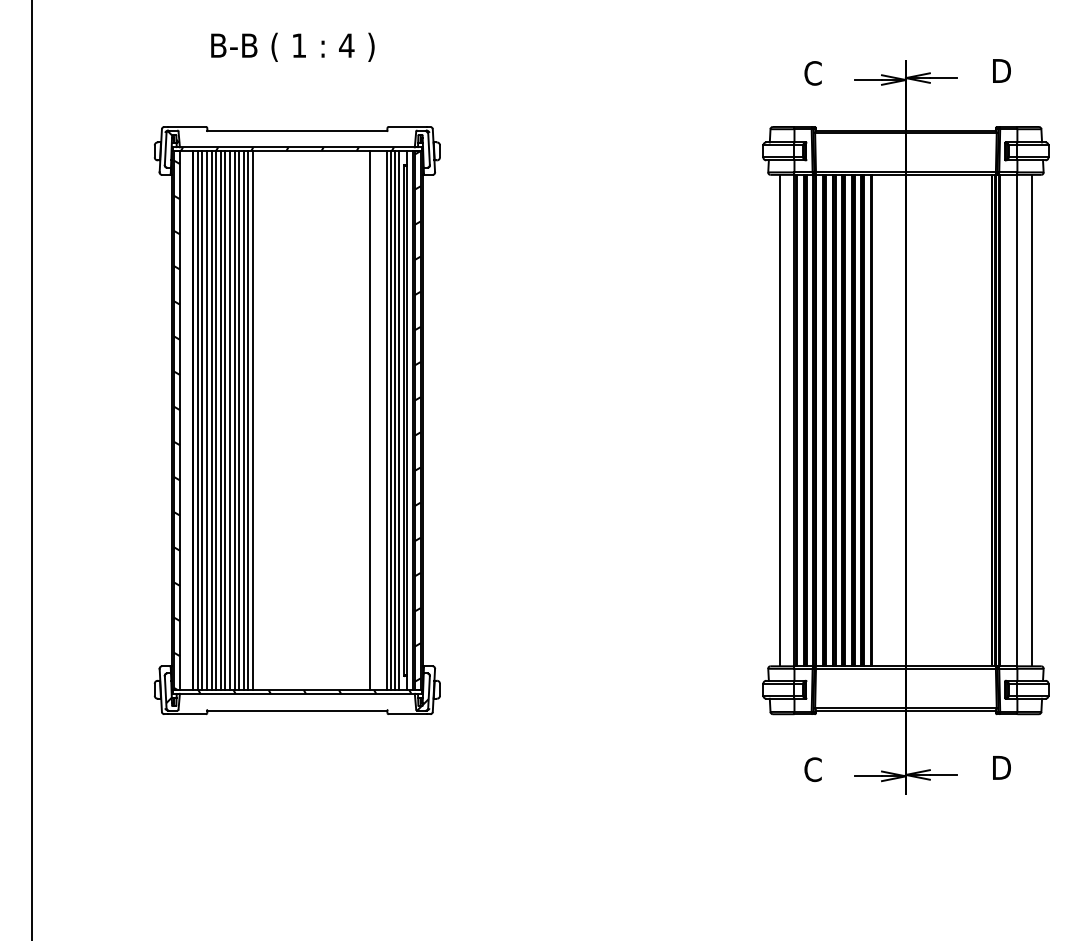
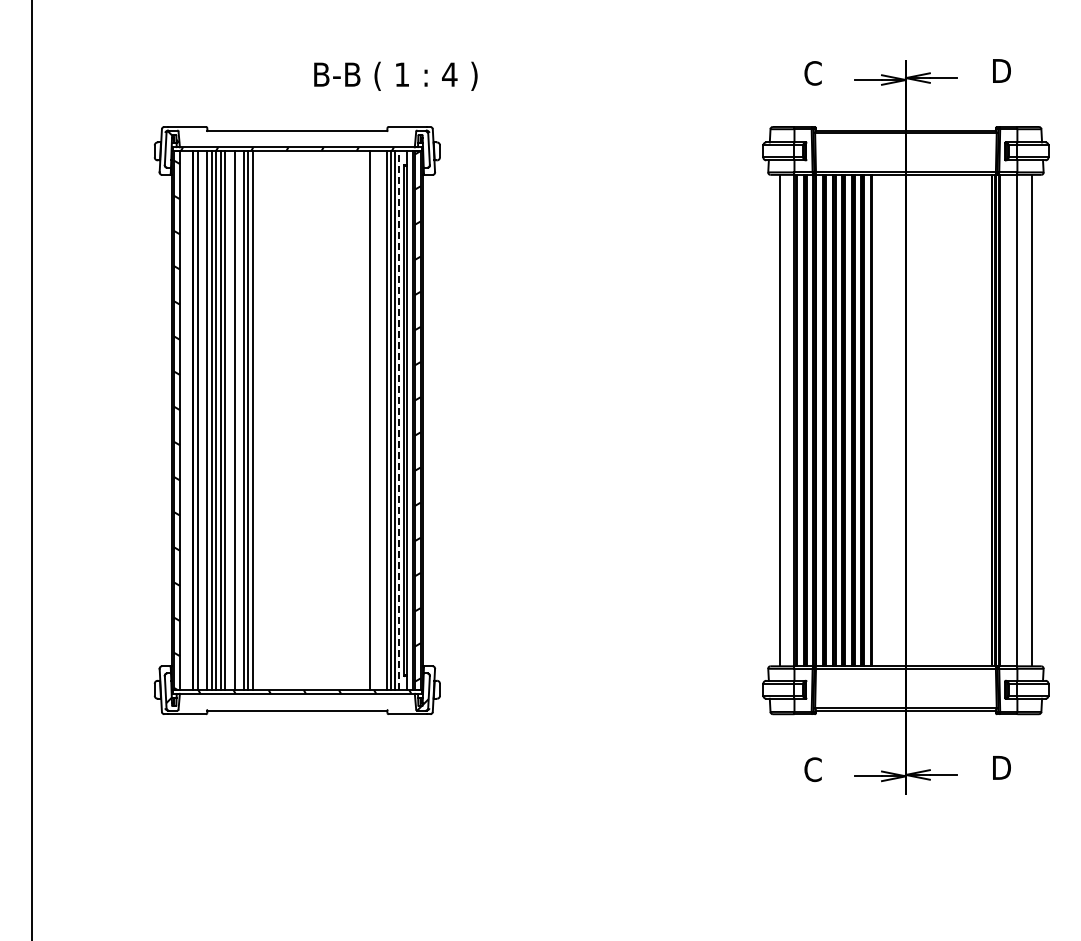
text at (292, 46) position: (292, 46) -> (395, 75)
line at (202, 420): present -> none
line at (229, 420): present -> none
line at (238, 420): present -> none
line at (399, 420): solid -> dashed
